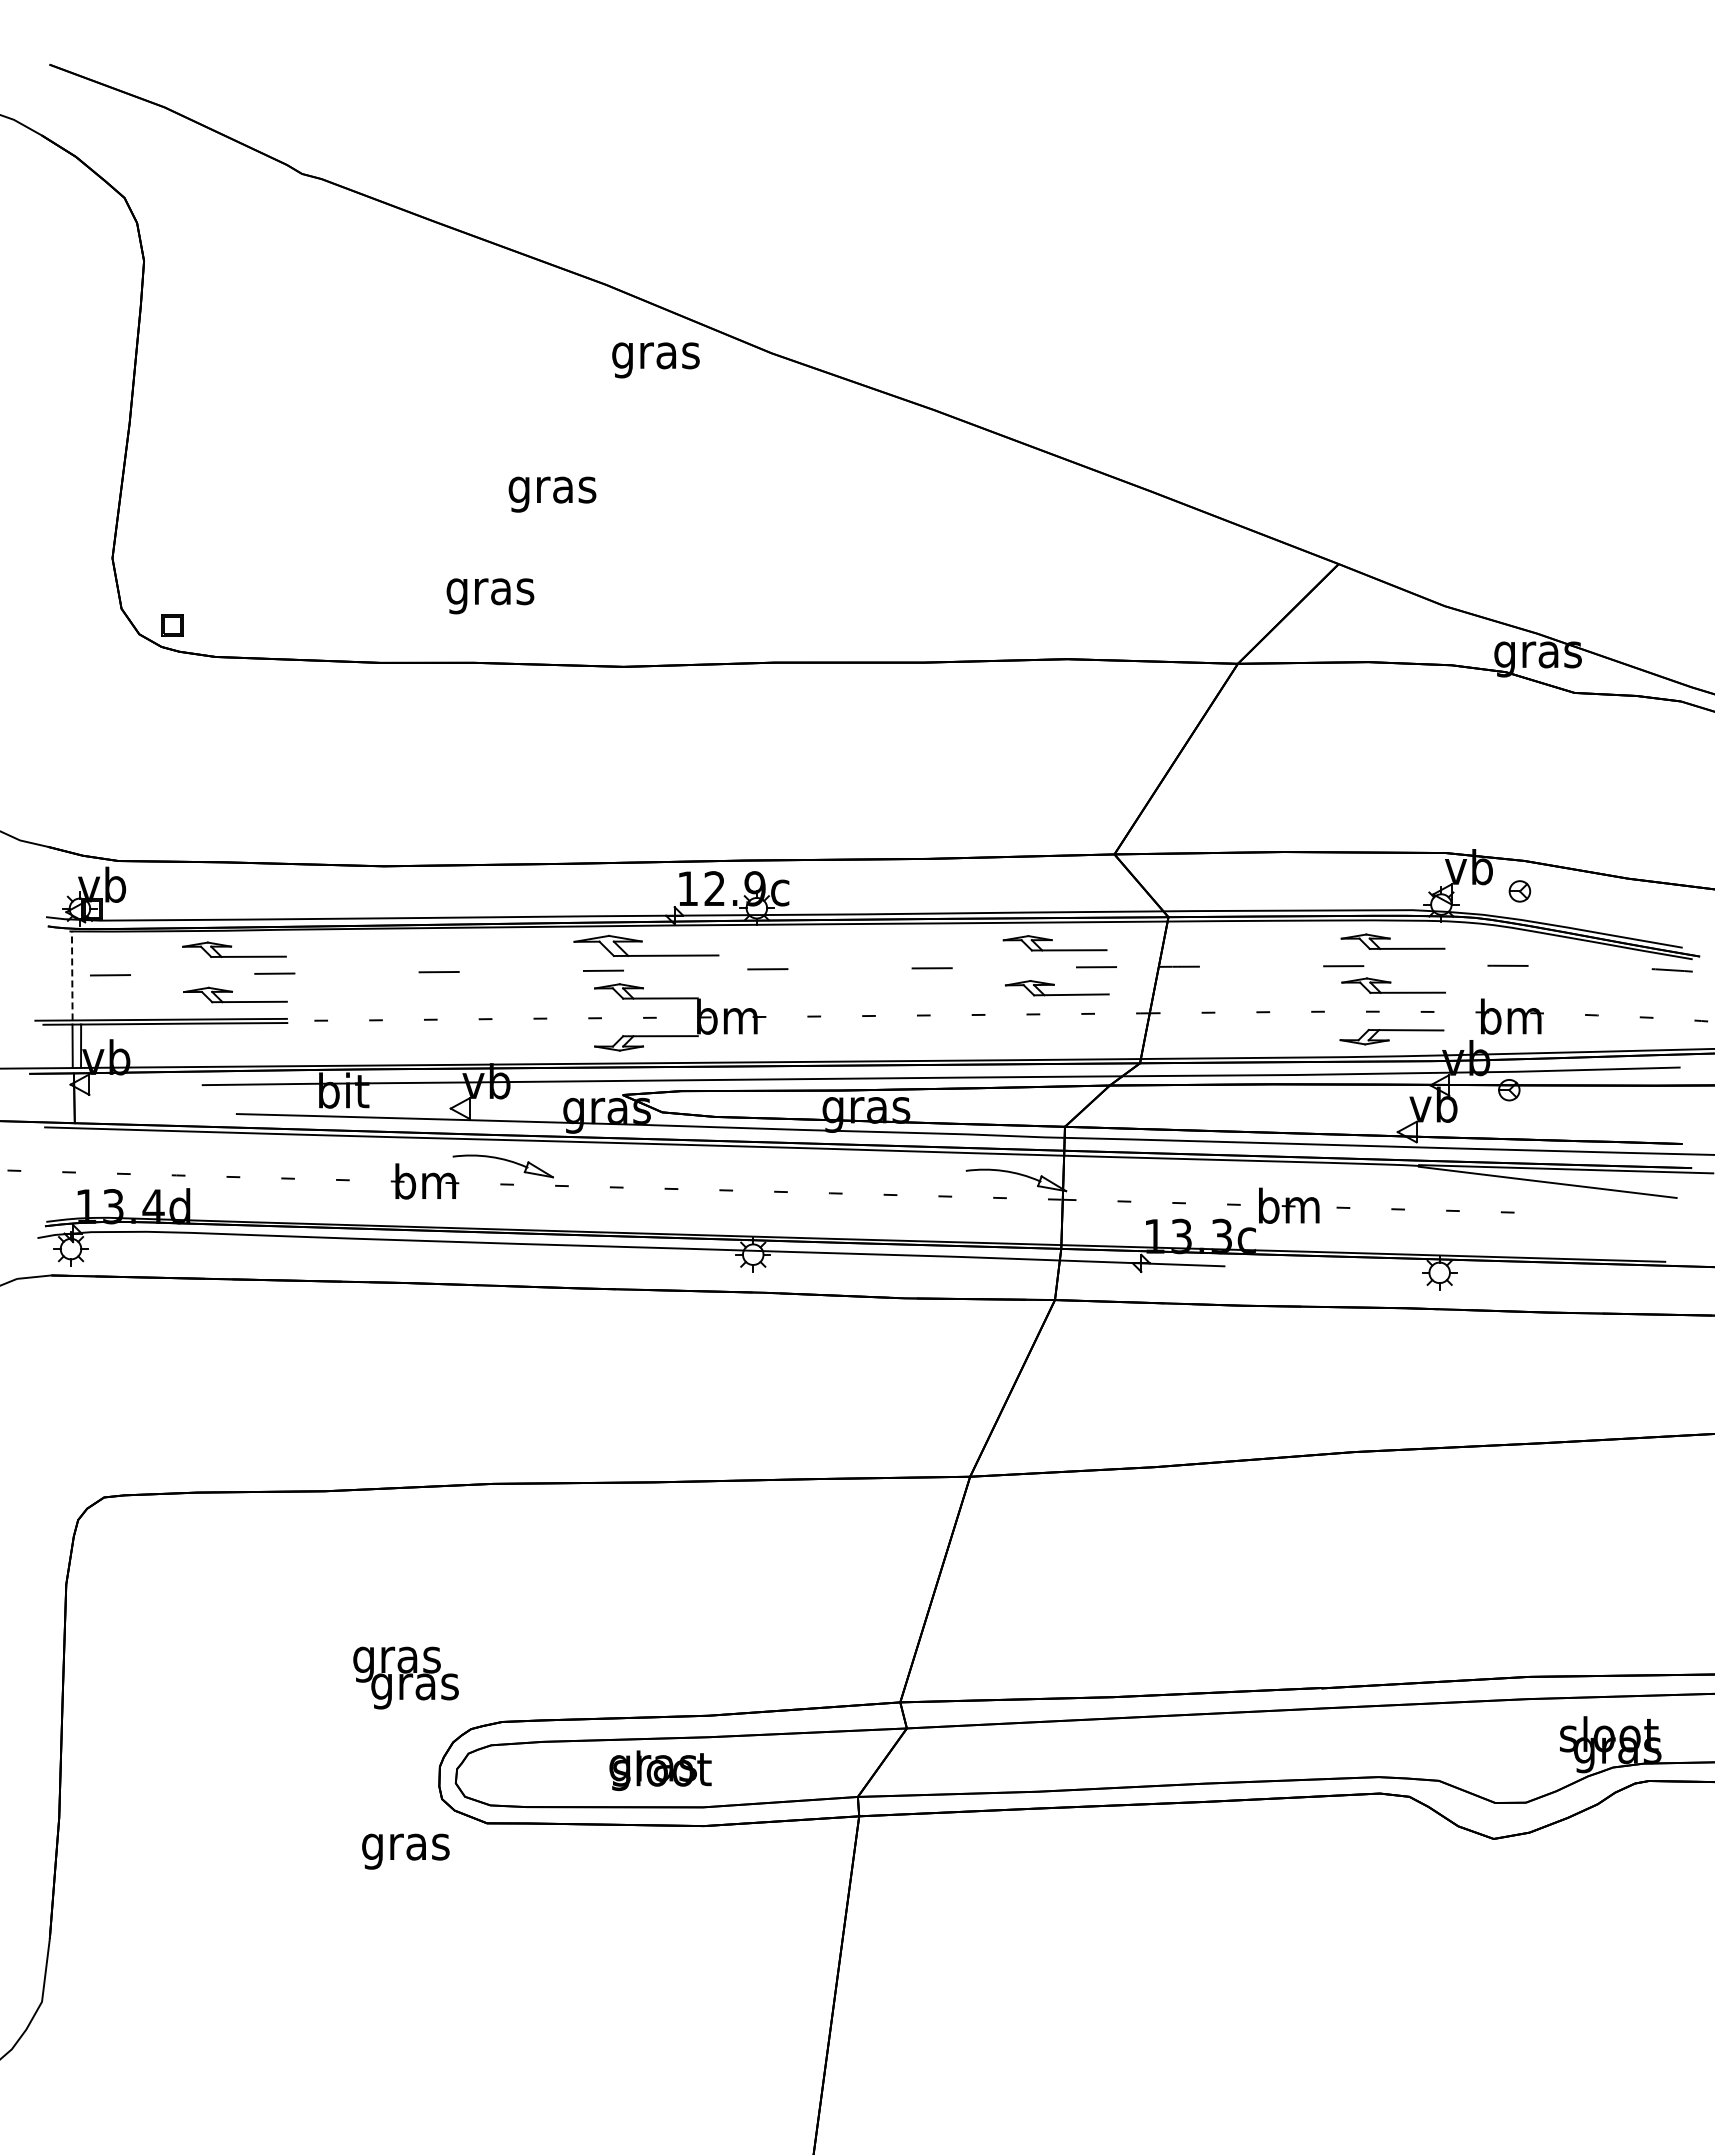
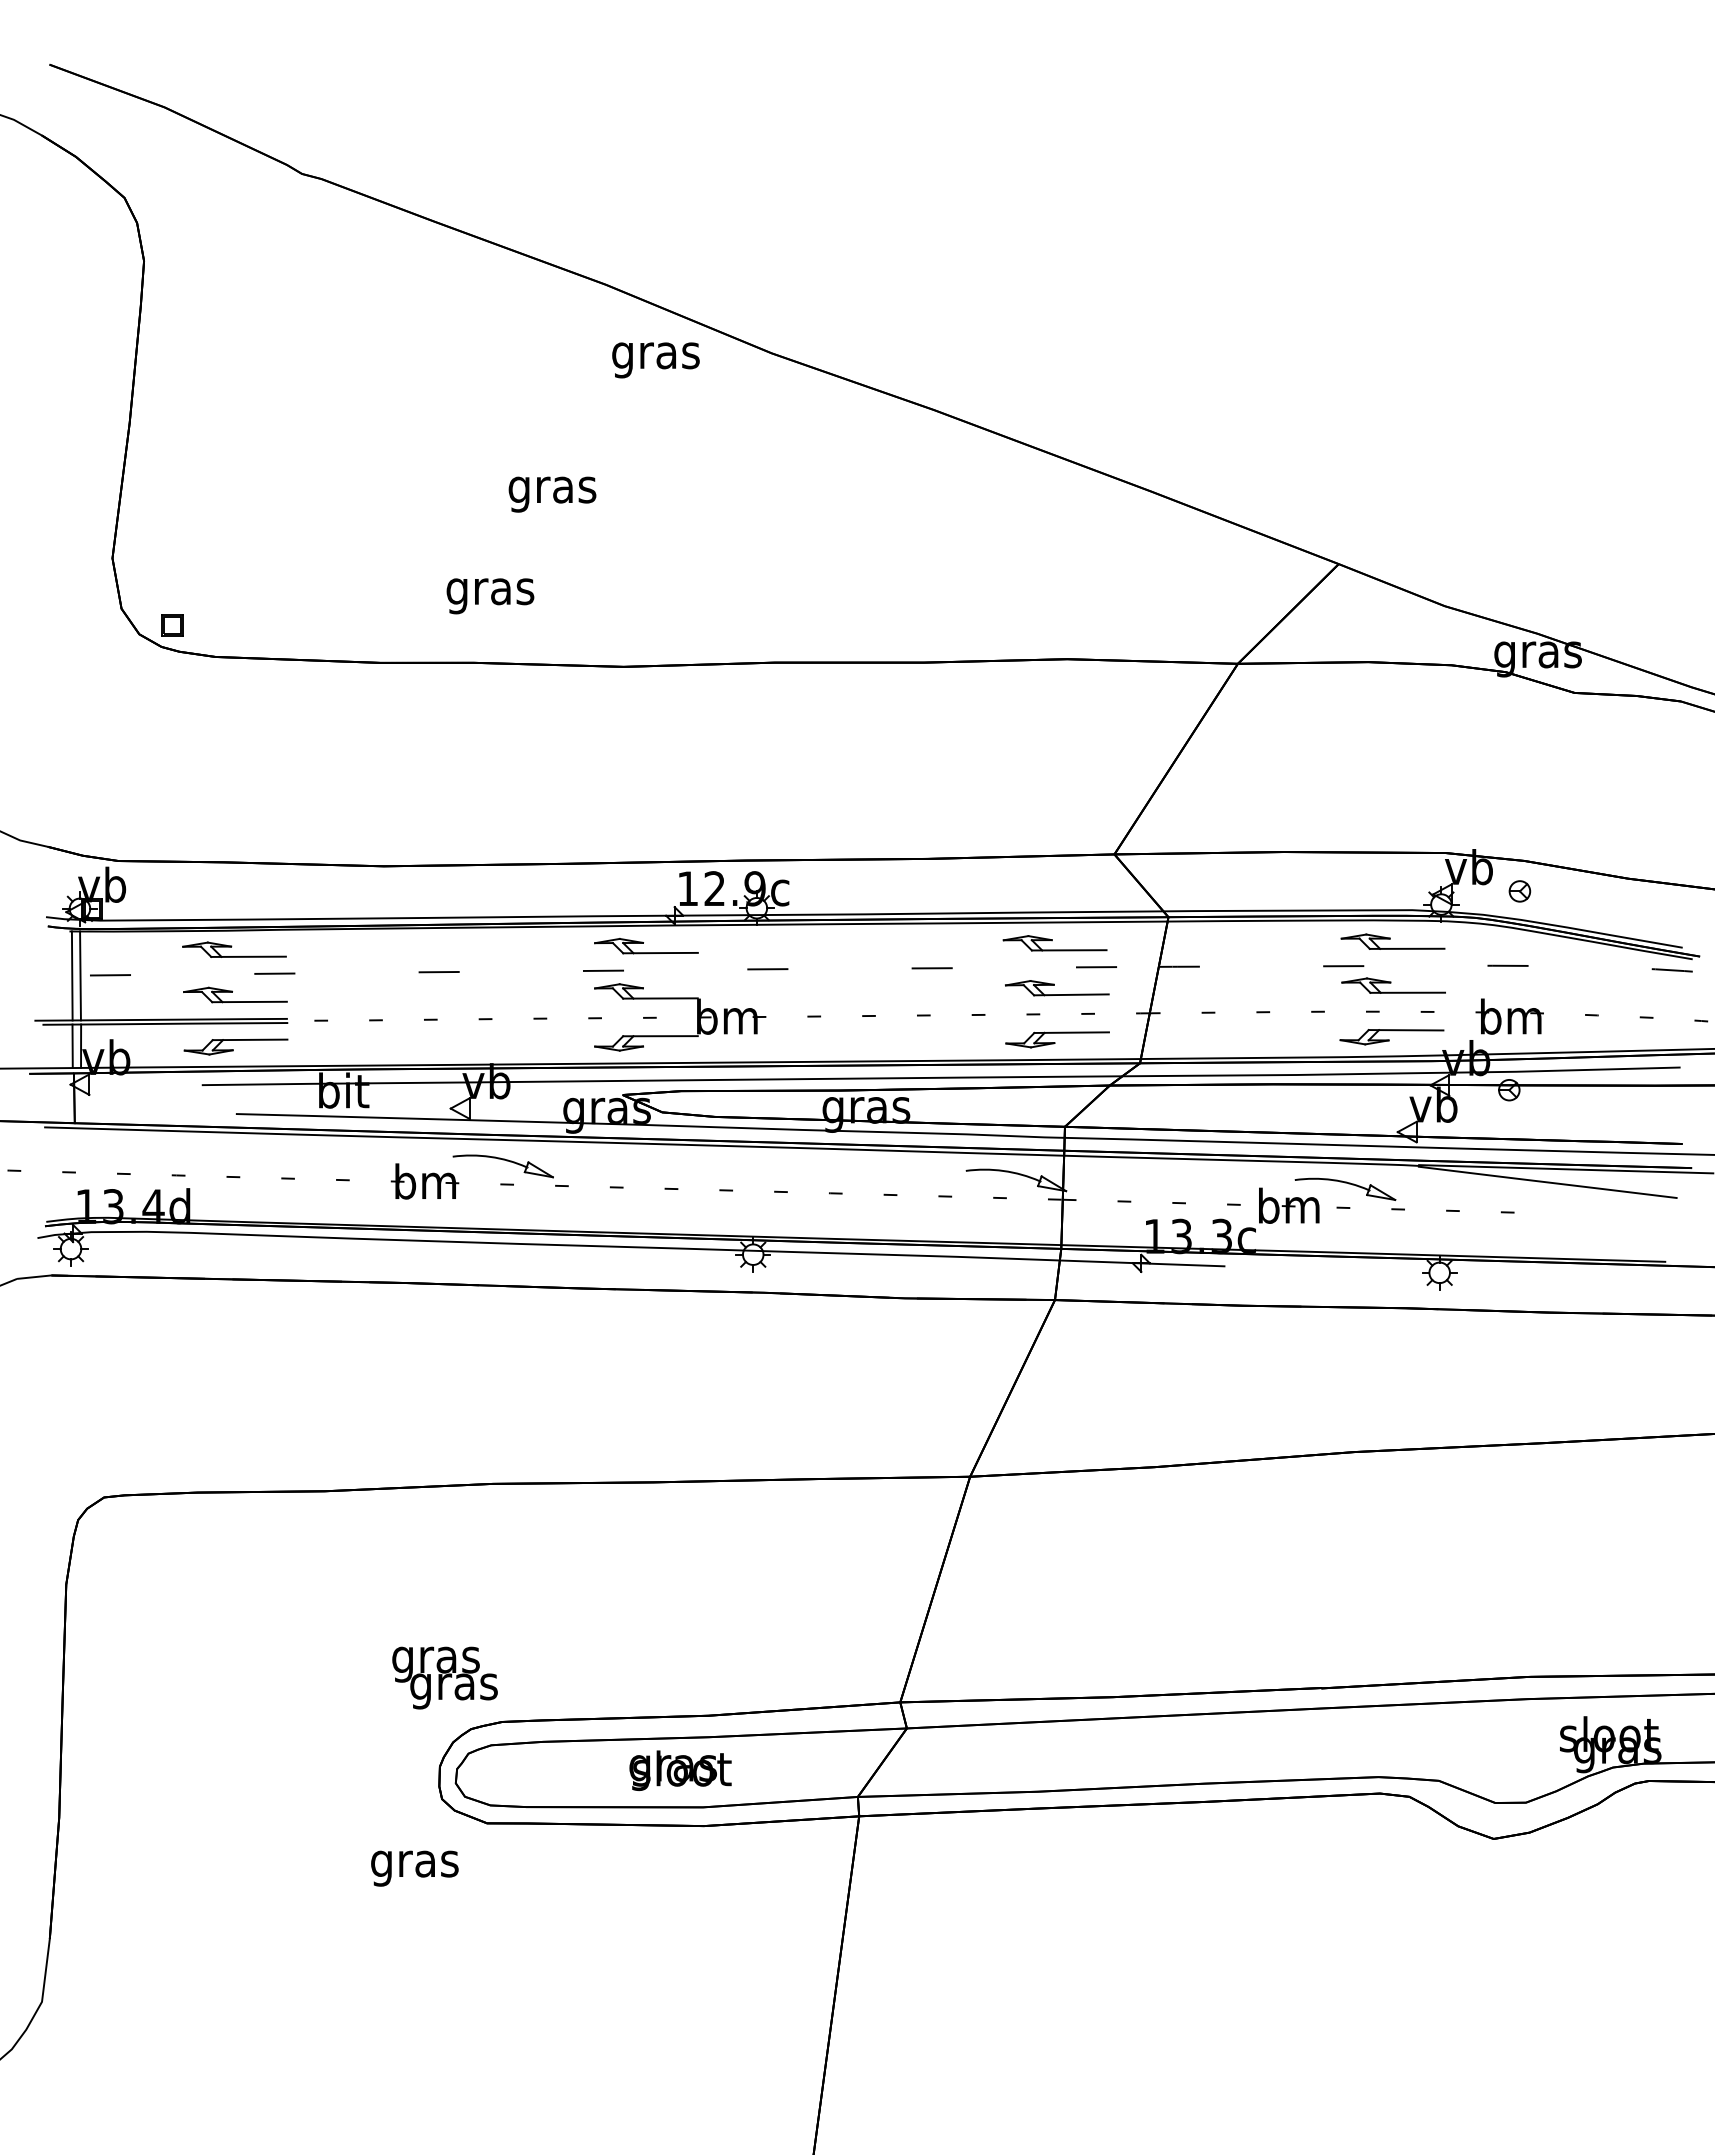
part at (646, 945) size: 147x23 px -> 105x17 px
line at (72, 975): dashed -> solid
line at (80, 975): none -> present
part at (1057, 1039): none -> present
part at (235, 1046): none -> present
part at (1345, 1188): none -> present
text at (405, 1677) position: (405, 1677) -> (444, 1677)
text at (660, 1770) position: (660, 1770) -> (680, 1770)
text at (405, 1851) position: (405, 1851) -> (414, 1868)
